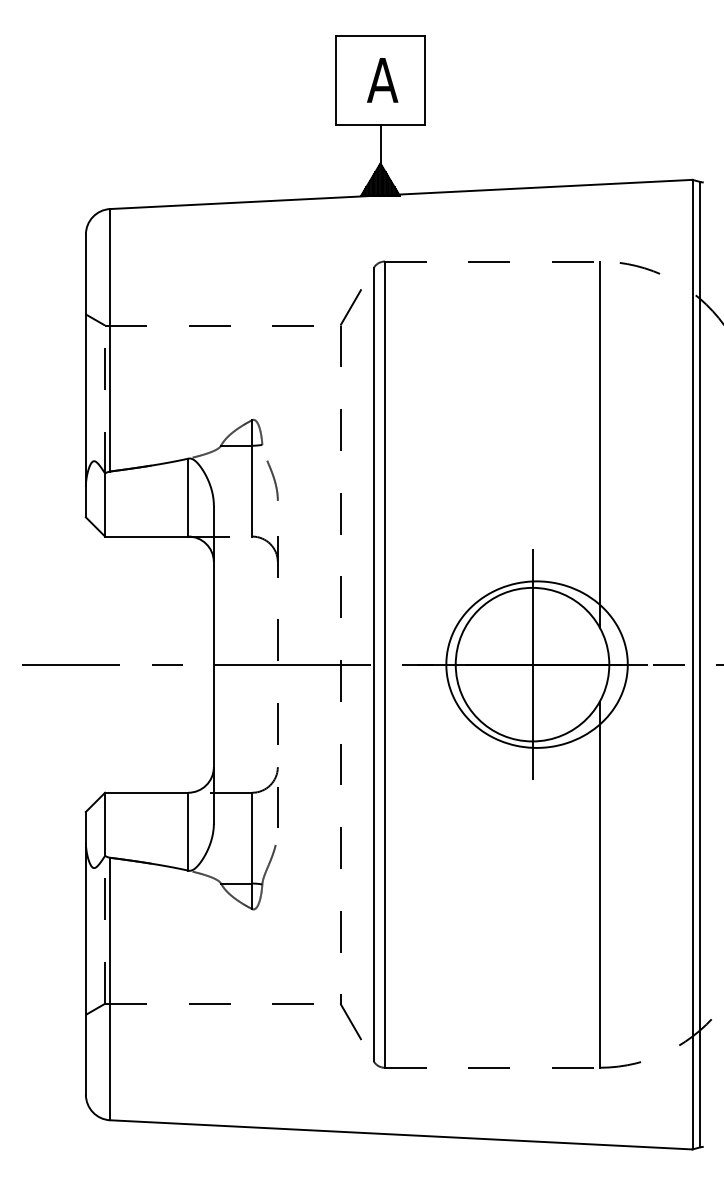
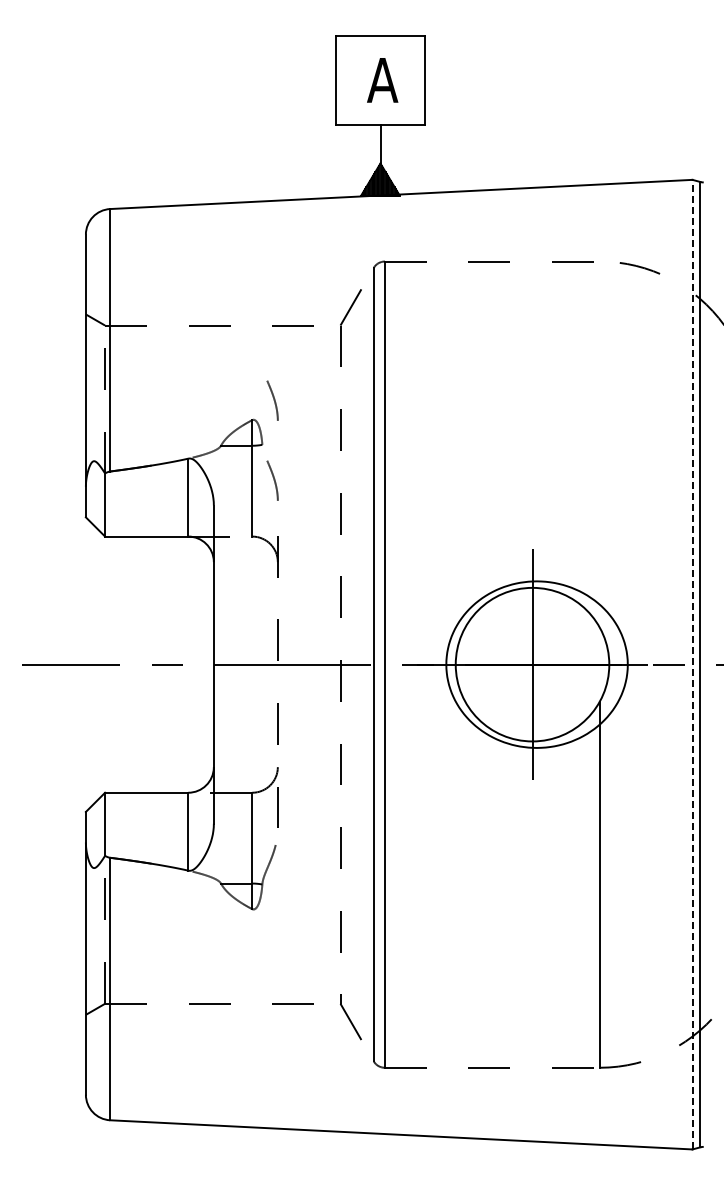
curve at (273, 400): none -> present
line at (599, 444): present -> none
line at (692, 664): solid -> dashed
